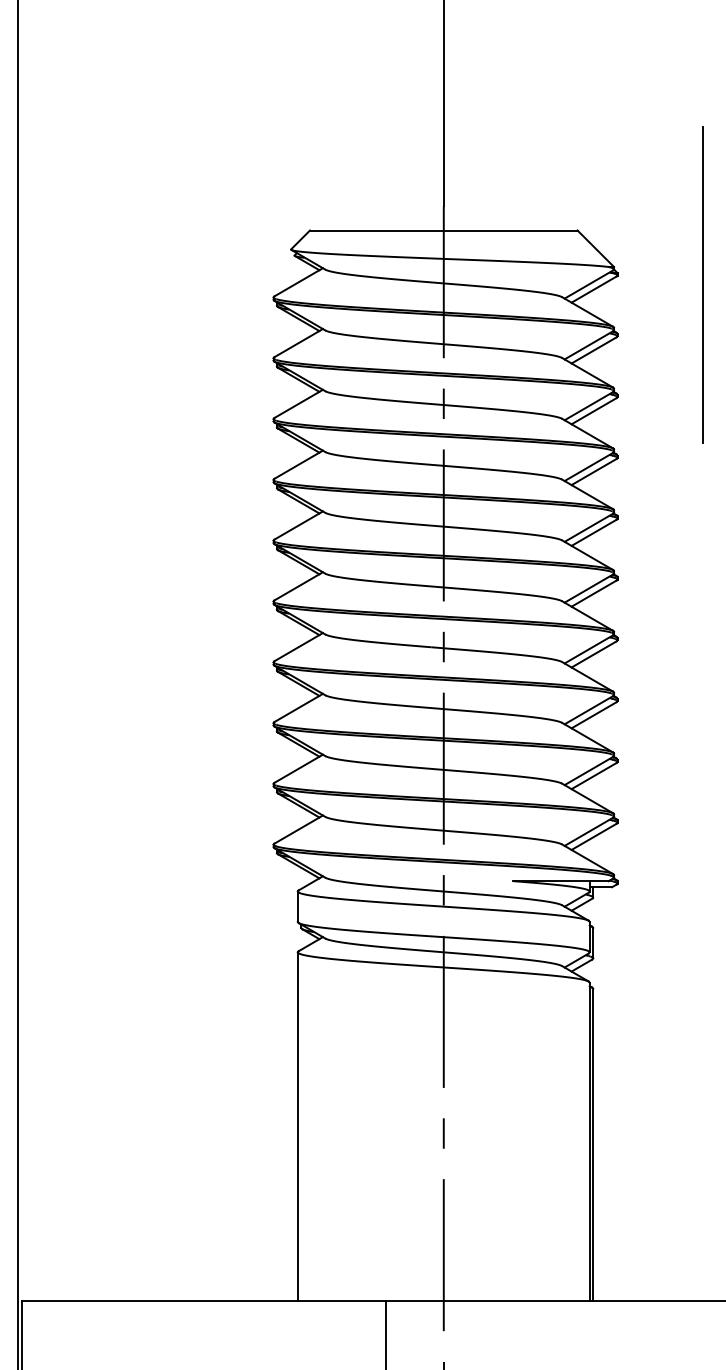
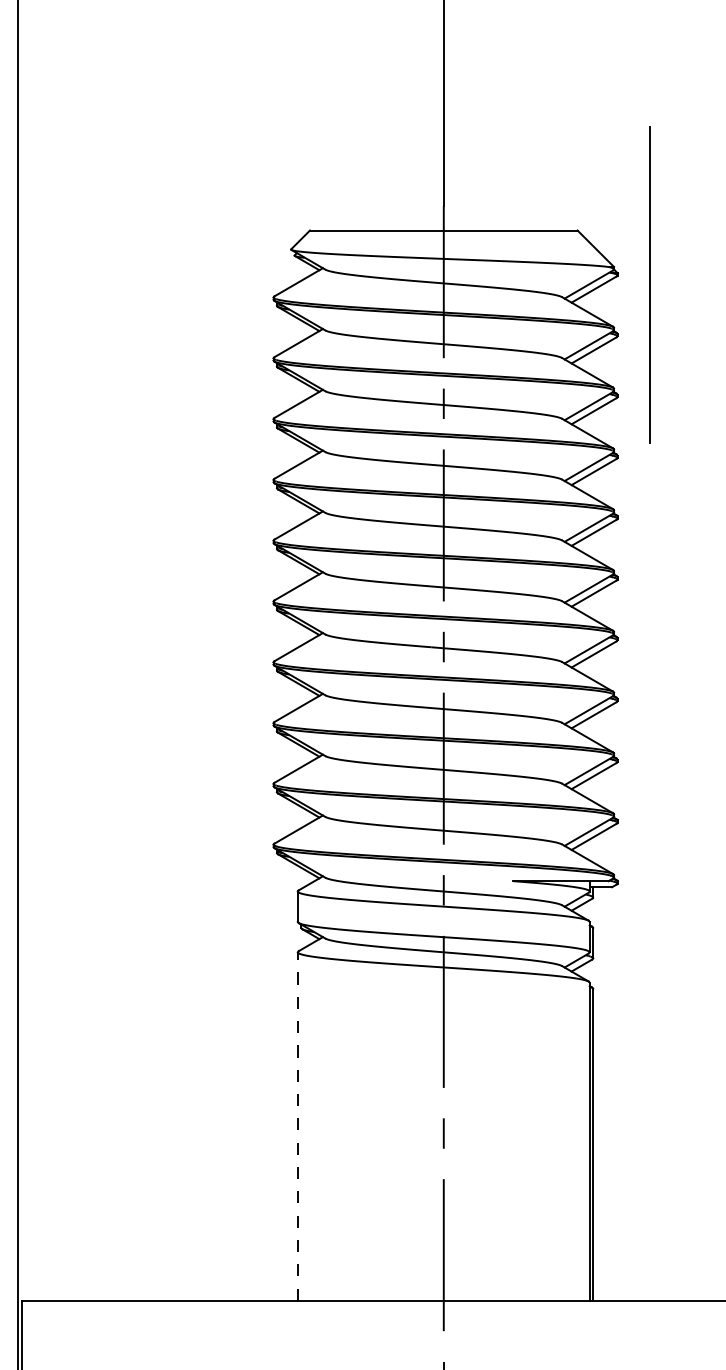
line at (702, 284) position: (702, 284) -> (649, 284)
line at (297, 1126): solid -> dashed
line at (386, 1333): present -> none
